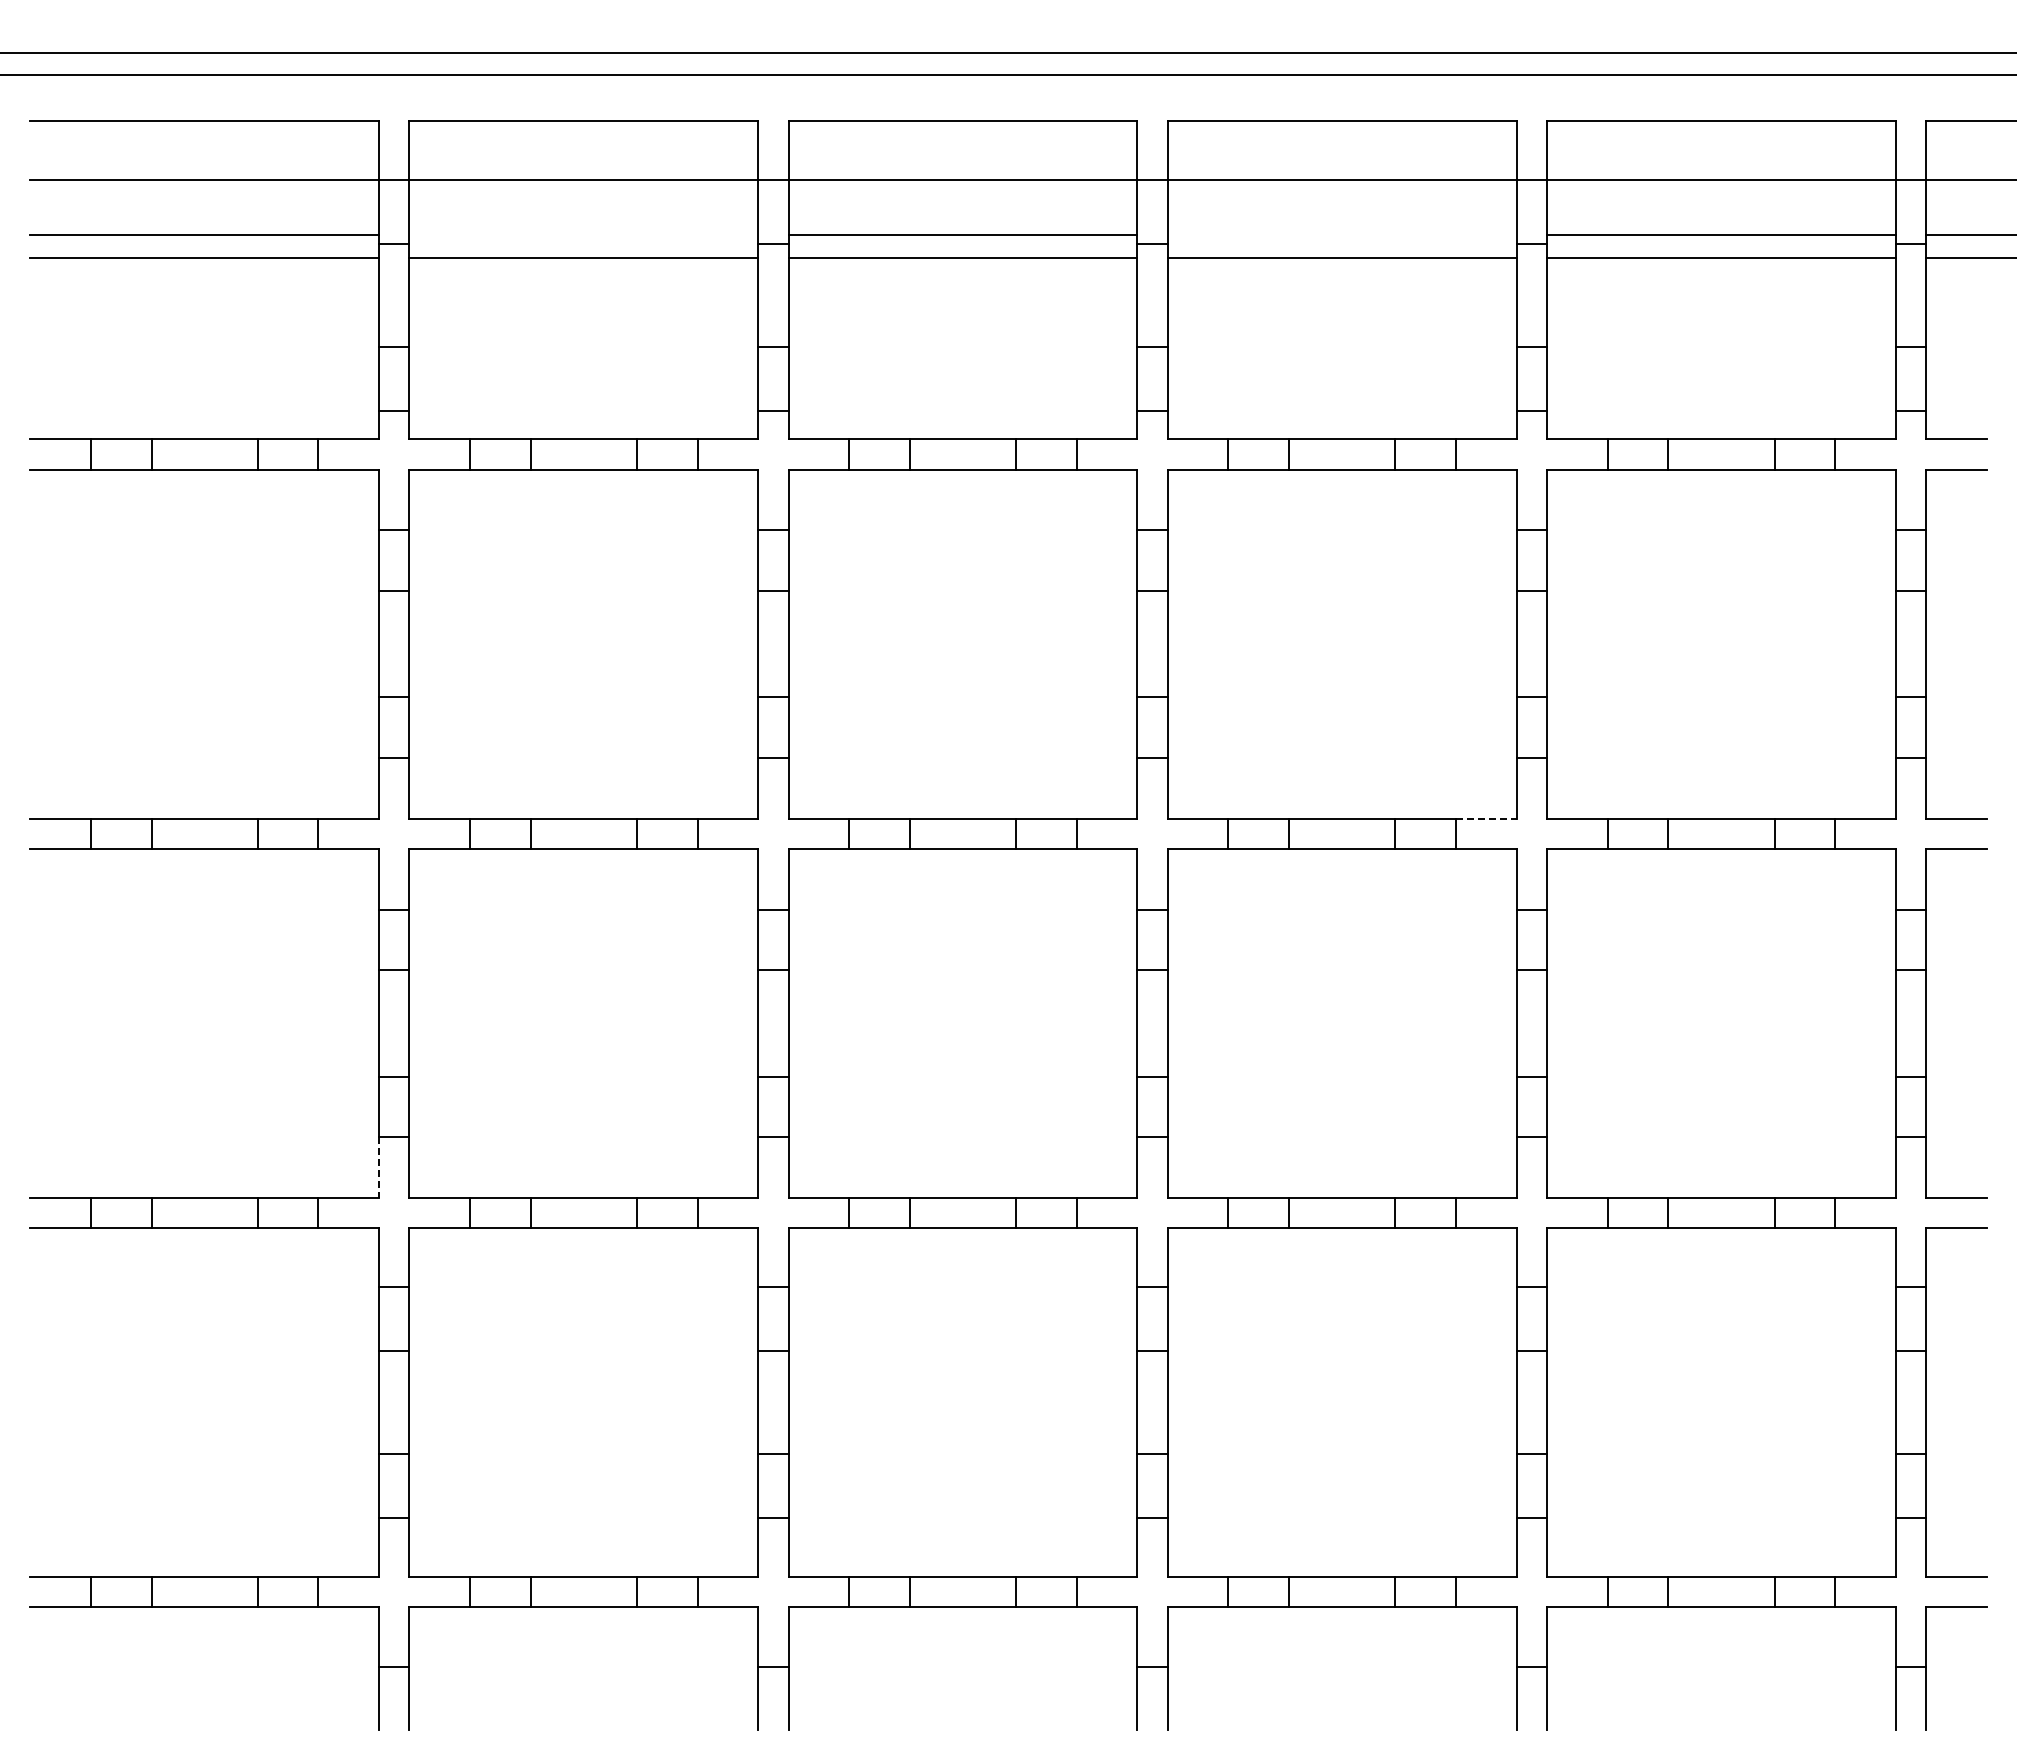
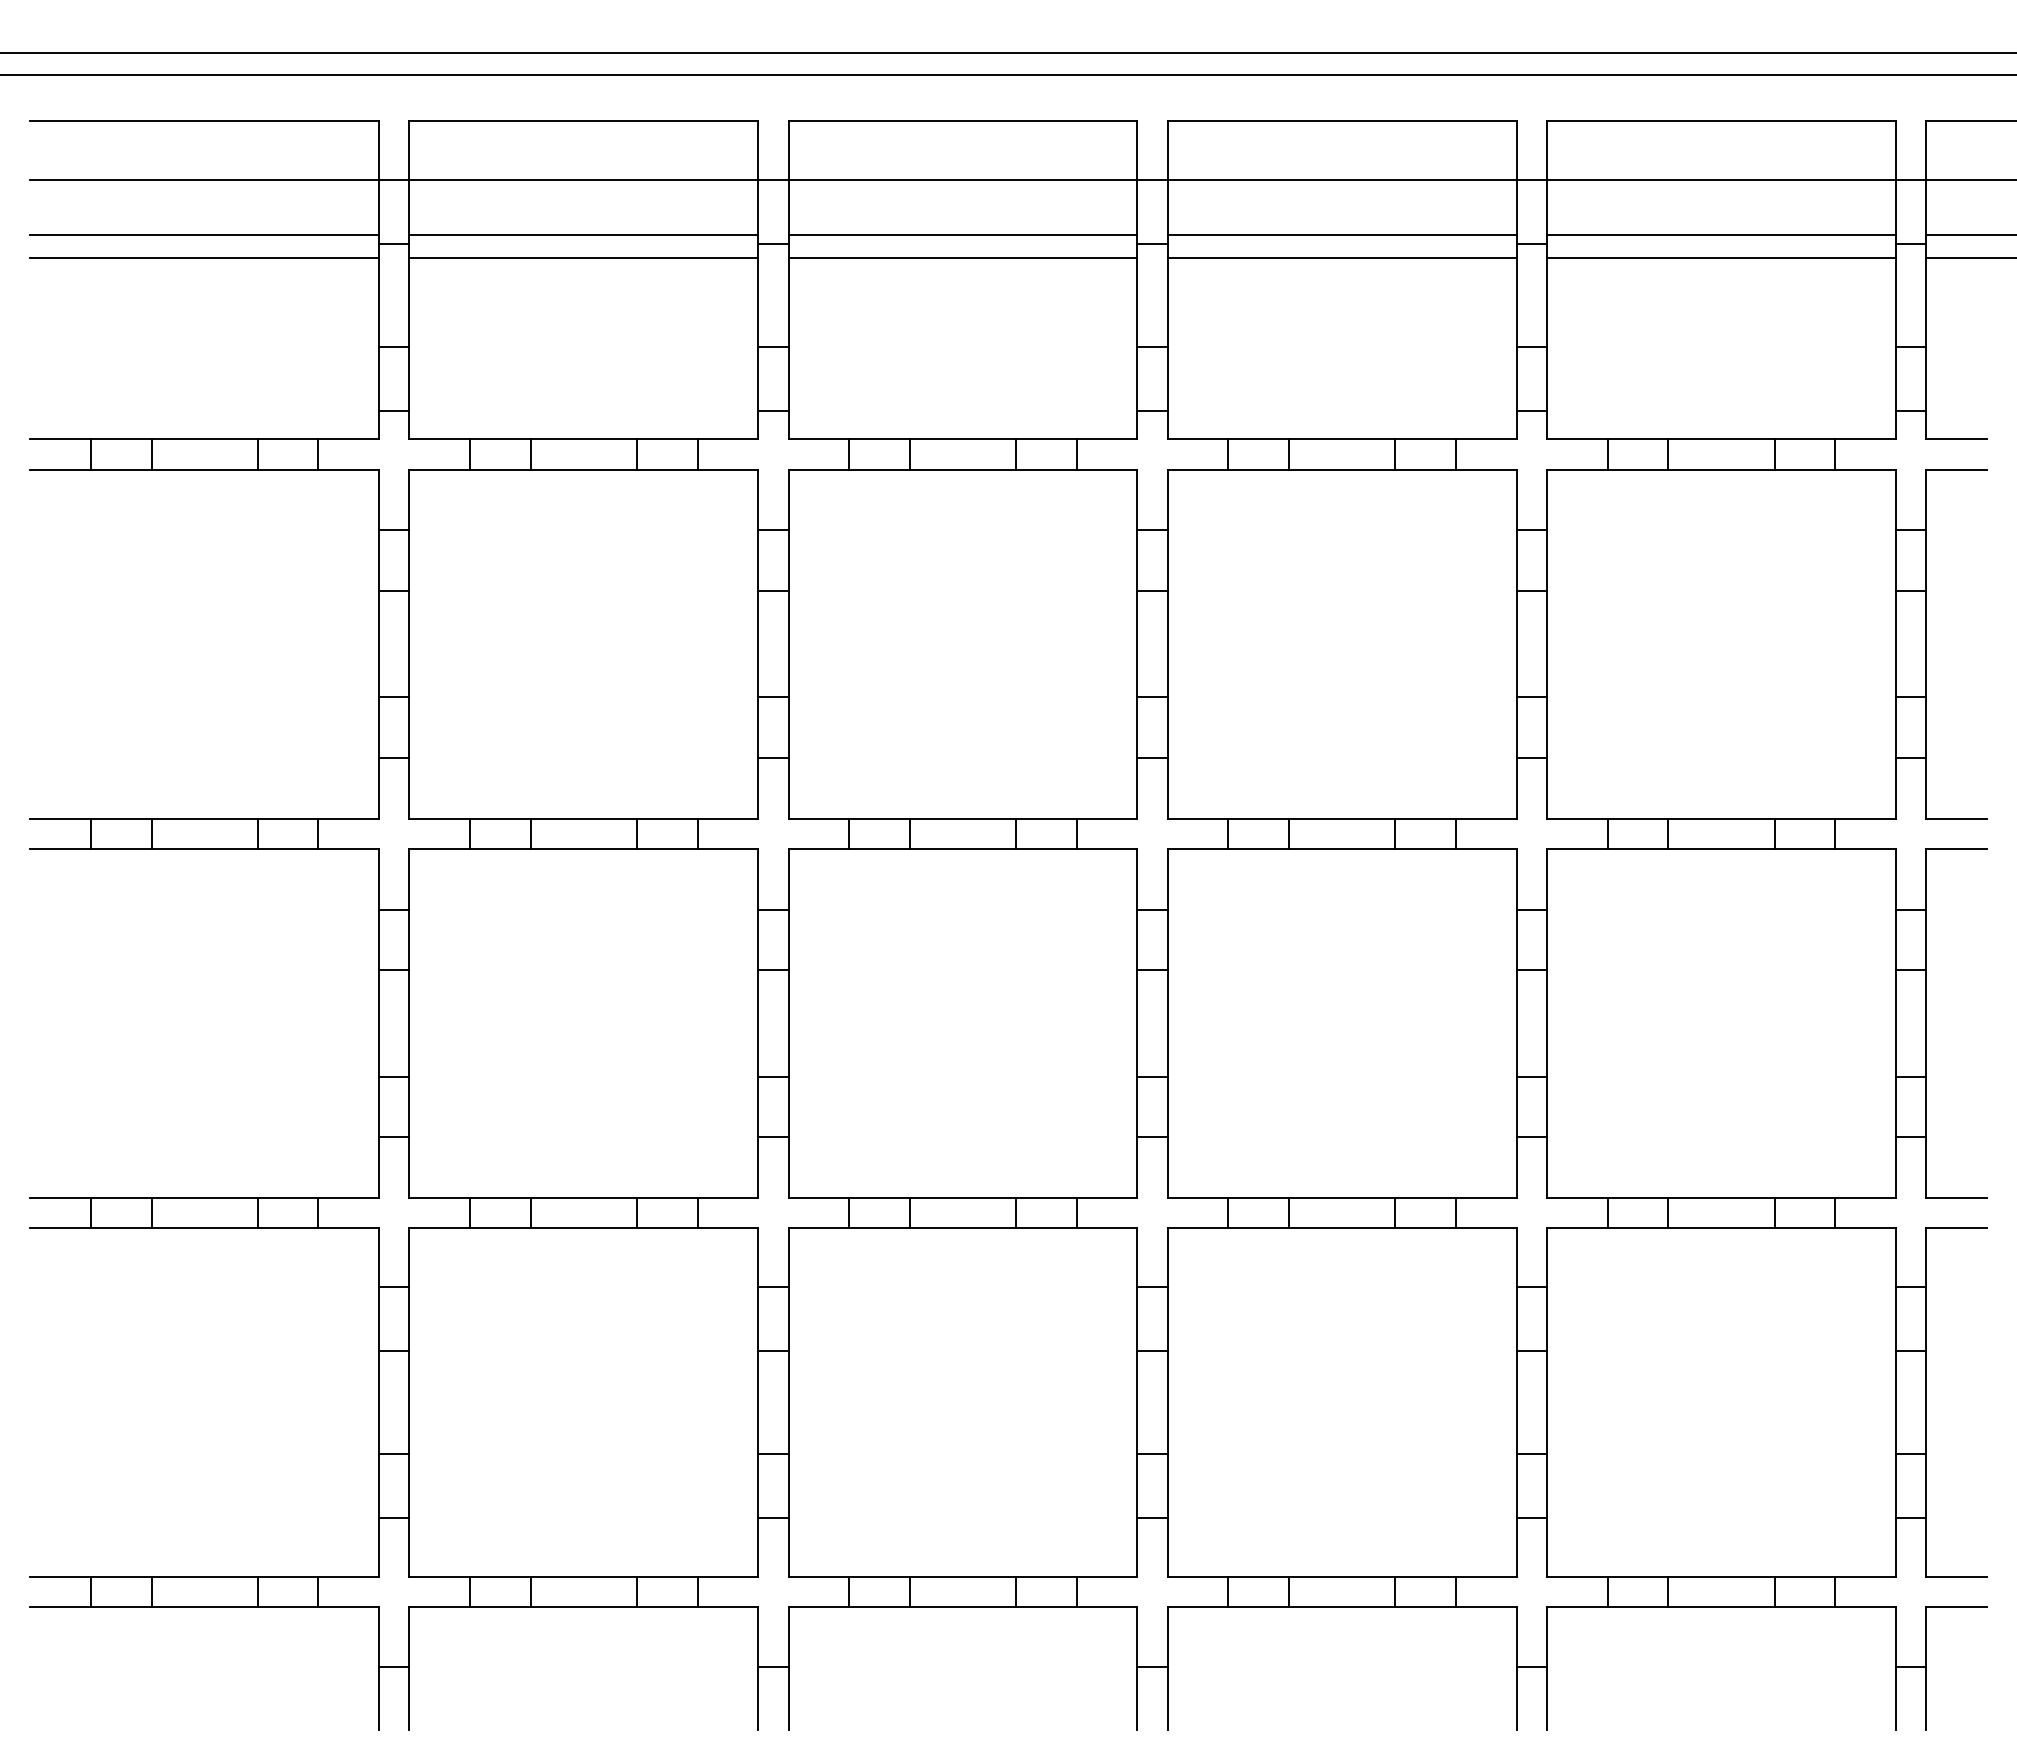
line at (583, 234): none -> present
line at (1341, 234): none -> present
line at (1486, 818): dashed -> solid
line at (379, 1168): dashed -> solid
